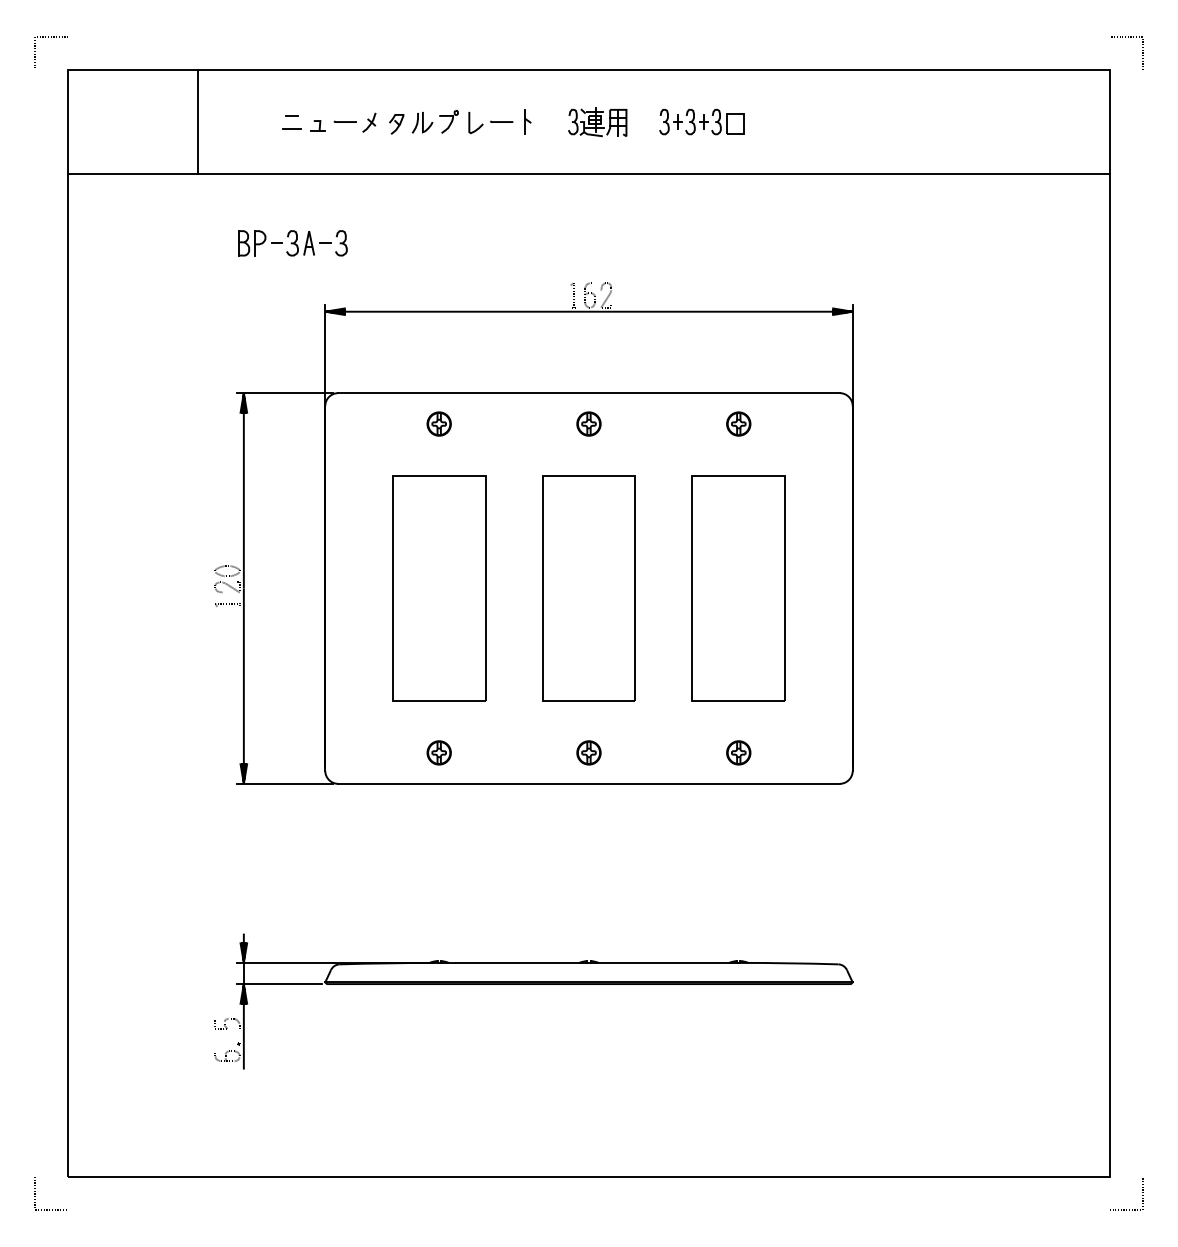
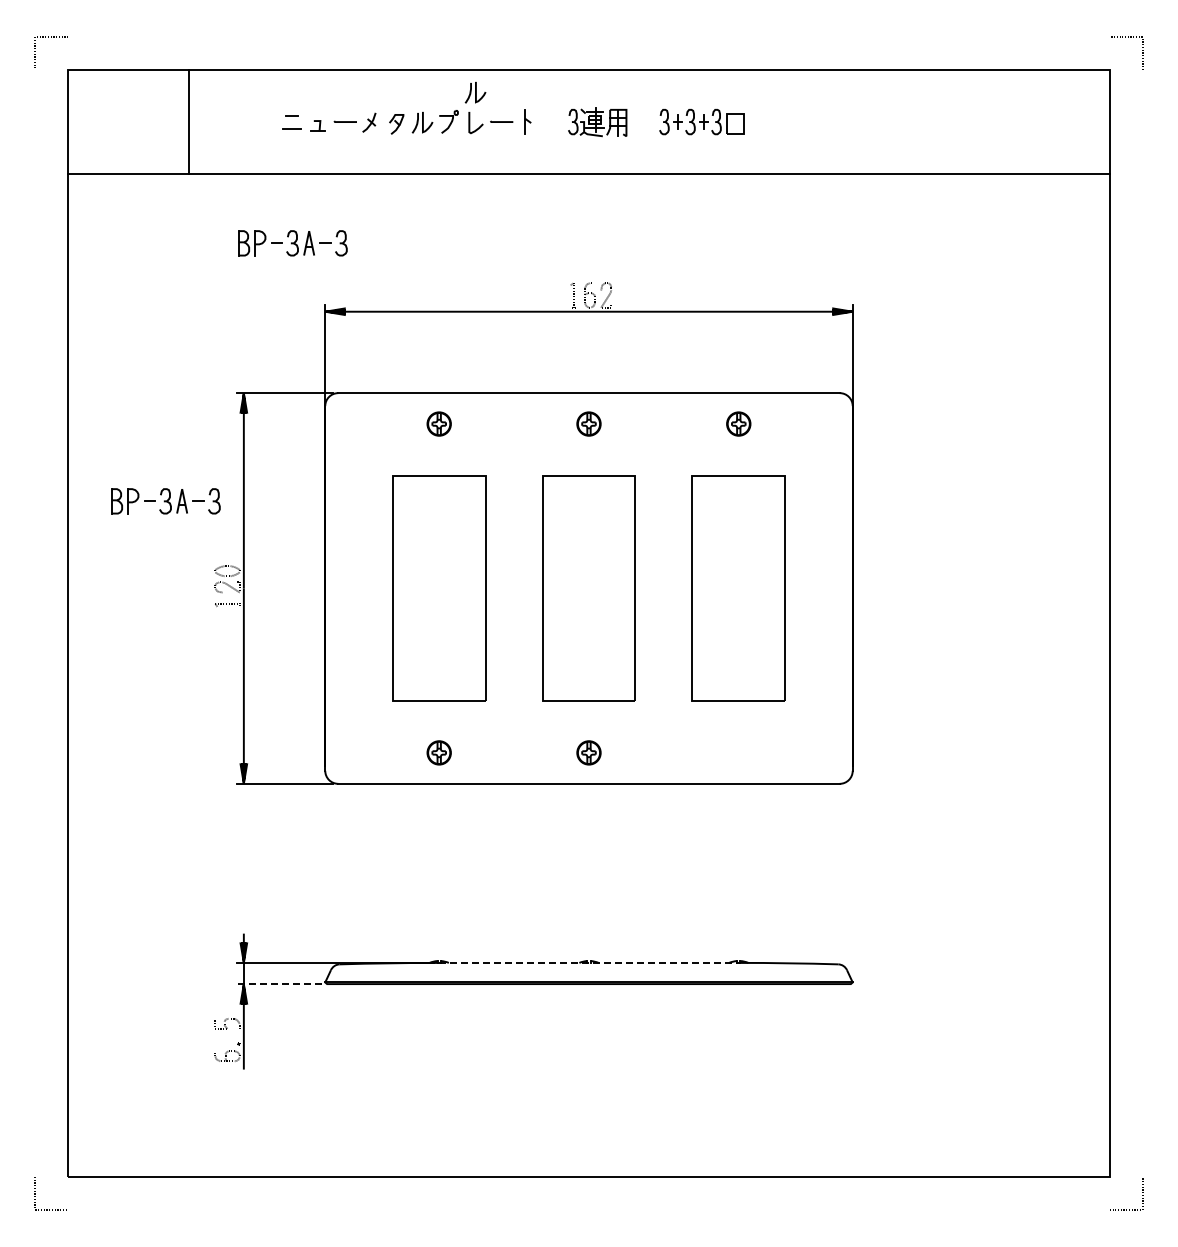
part at (475, 92): none -> present
line at (198, 121) position: (198, 121) -> (189, 121)
part at (165, 501): none -> present
part at (738, 752): present -> none
line at (589, 962): solid -> dashed
line at (279, 984): solid -> dashed
